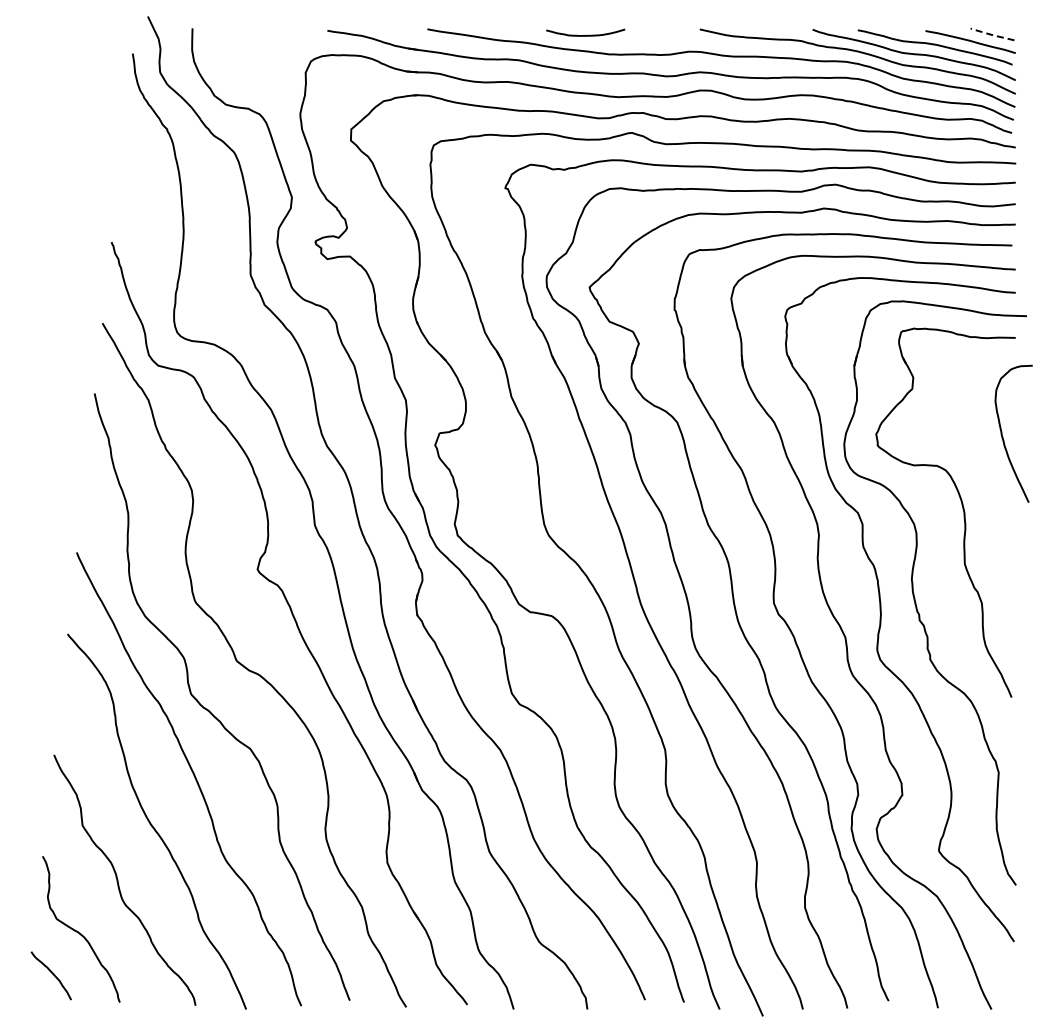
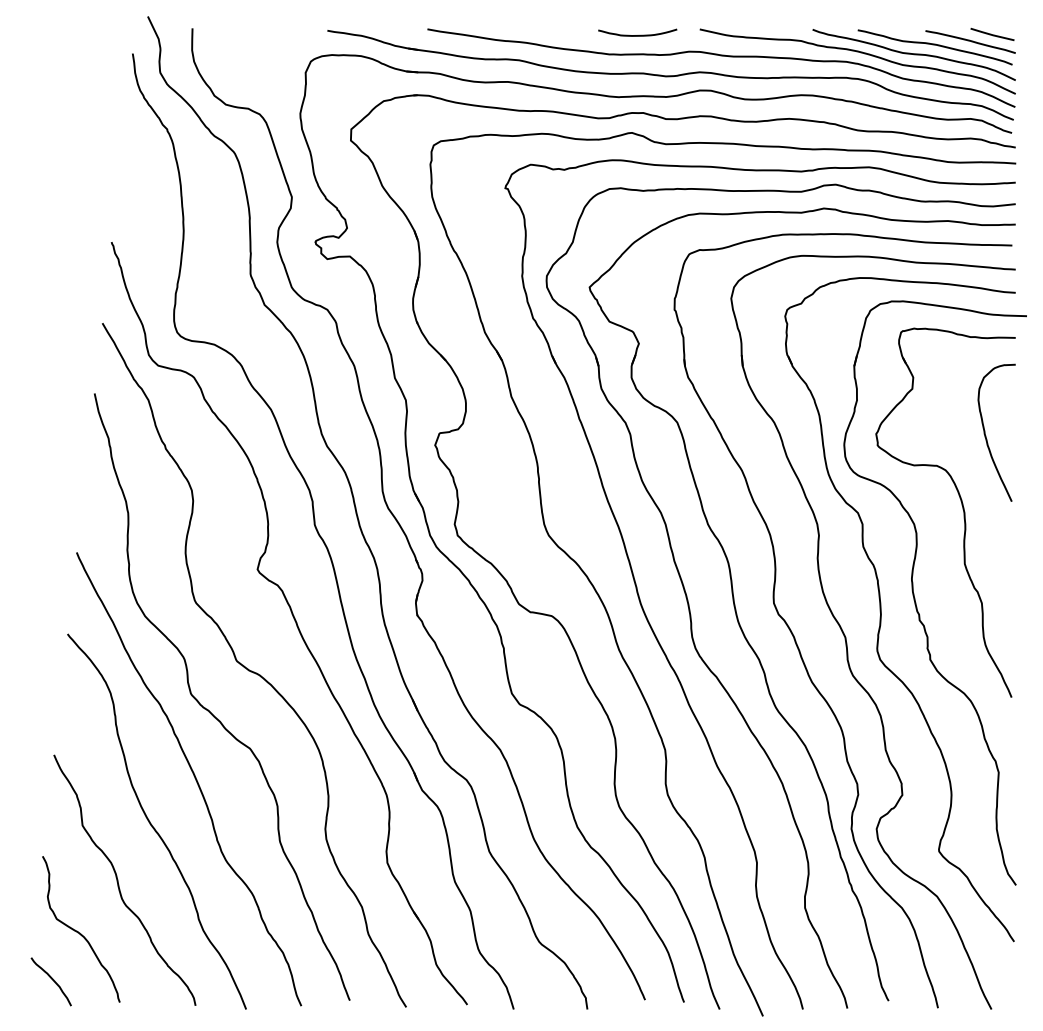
curve at (587, 34) position: (587, 34) -> (639, 34)
line at (992, 35): dashed -> solid
curve at (1003, 436) position: (1003, 436) -> (986, 435)
curve at (51, 973) position: (51, 973) -> (51, 979)
